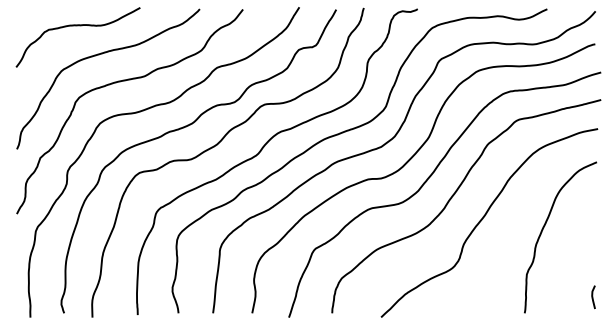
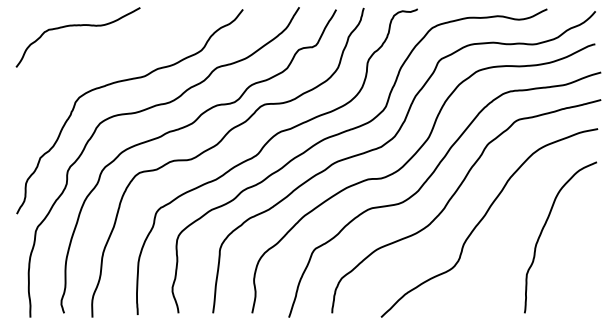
curve at (99, 55): present -> none
curve at (593, 297): present -> none
